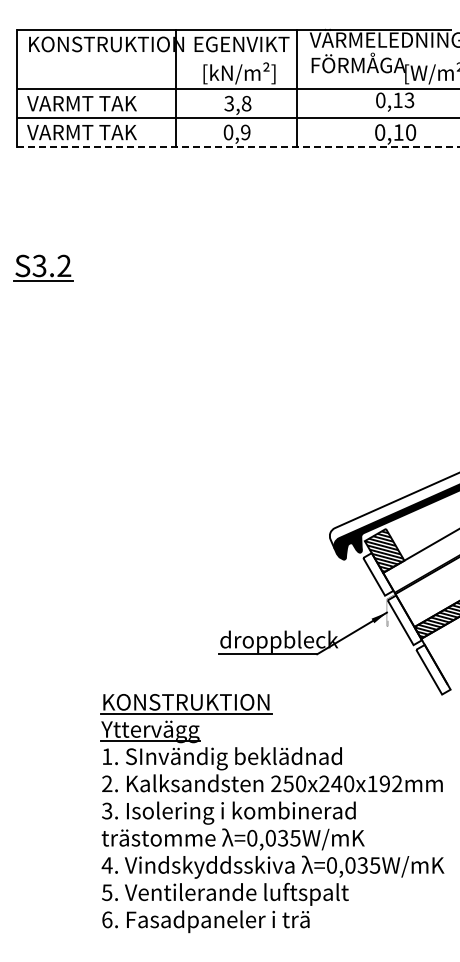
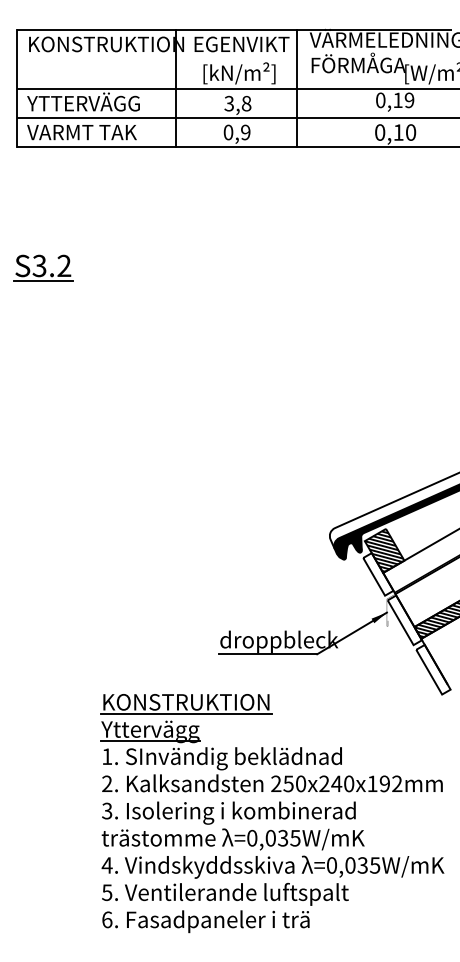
text at (409, 100): 0,13 -> 0,19
text at (83, 101): VARMT TAK -> YTTERVÄGG
line at (238, 146): dashed -> solid
